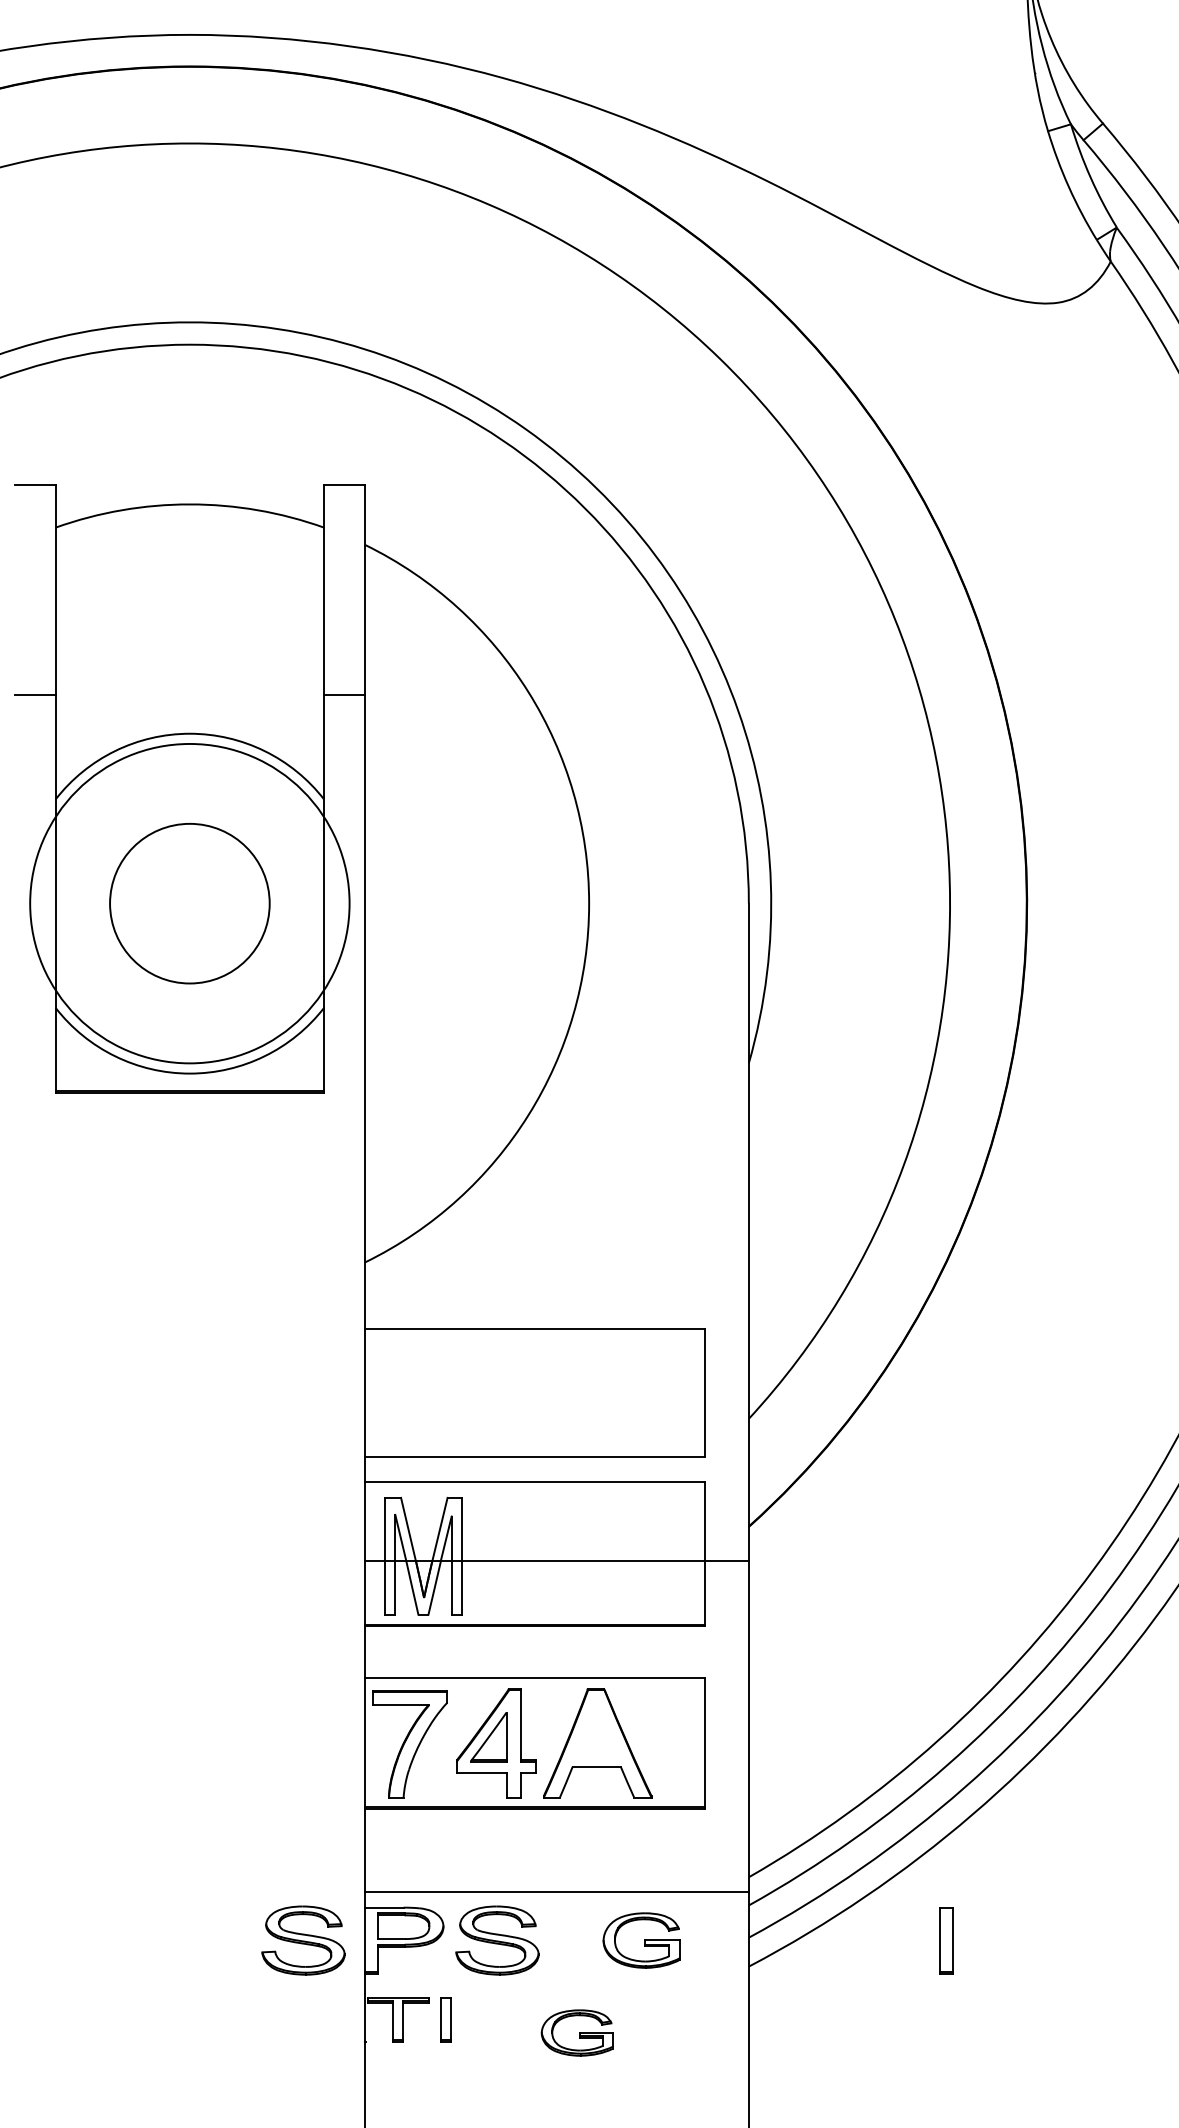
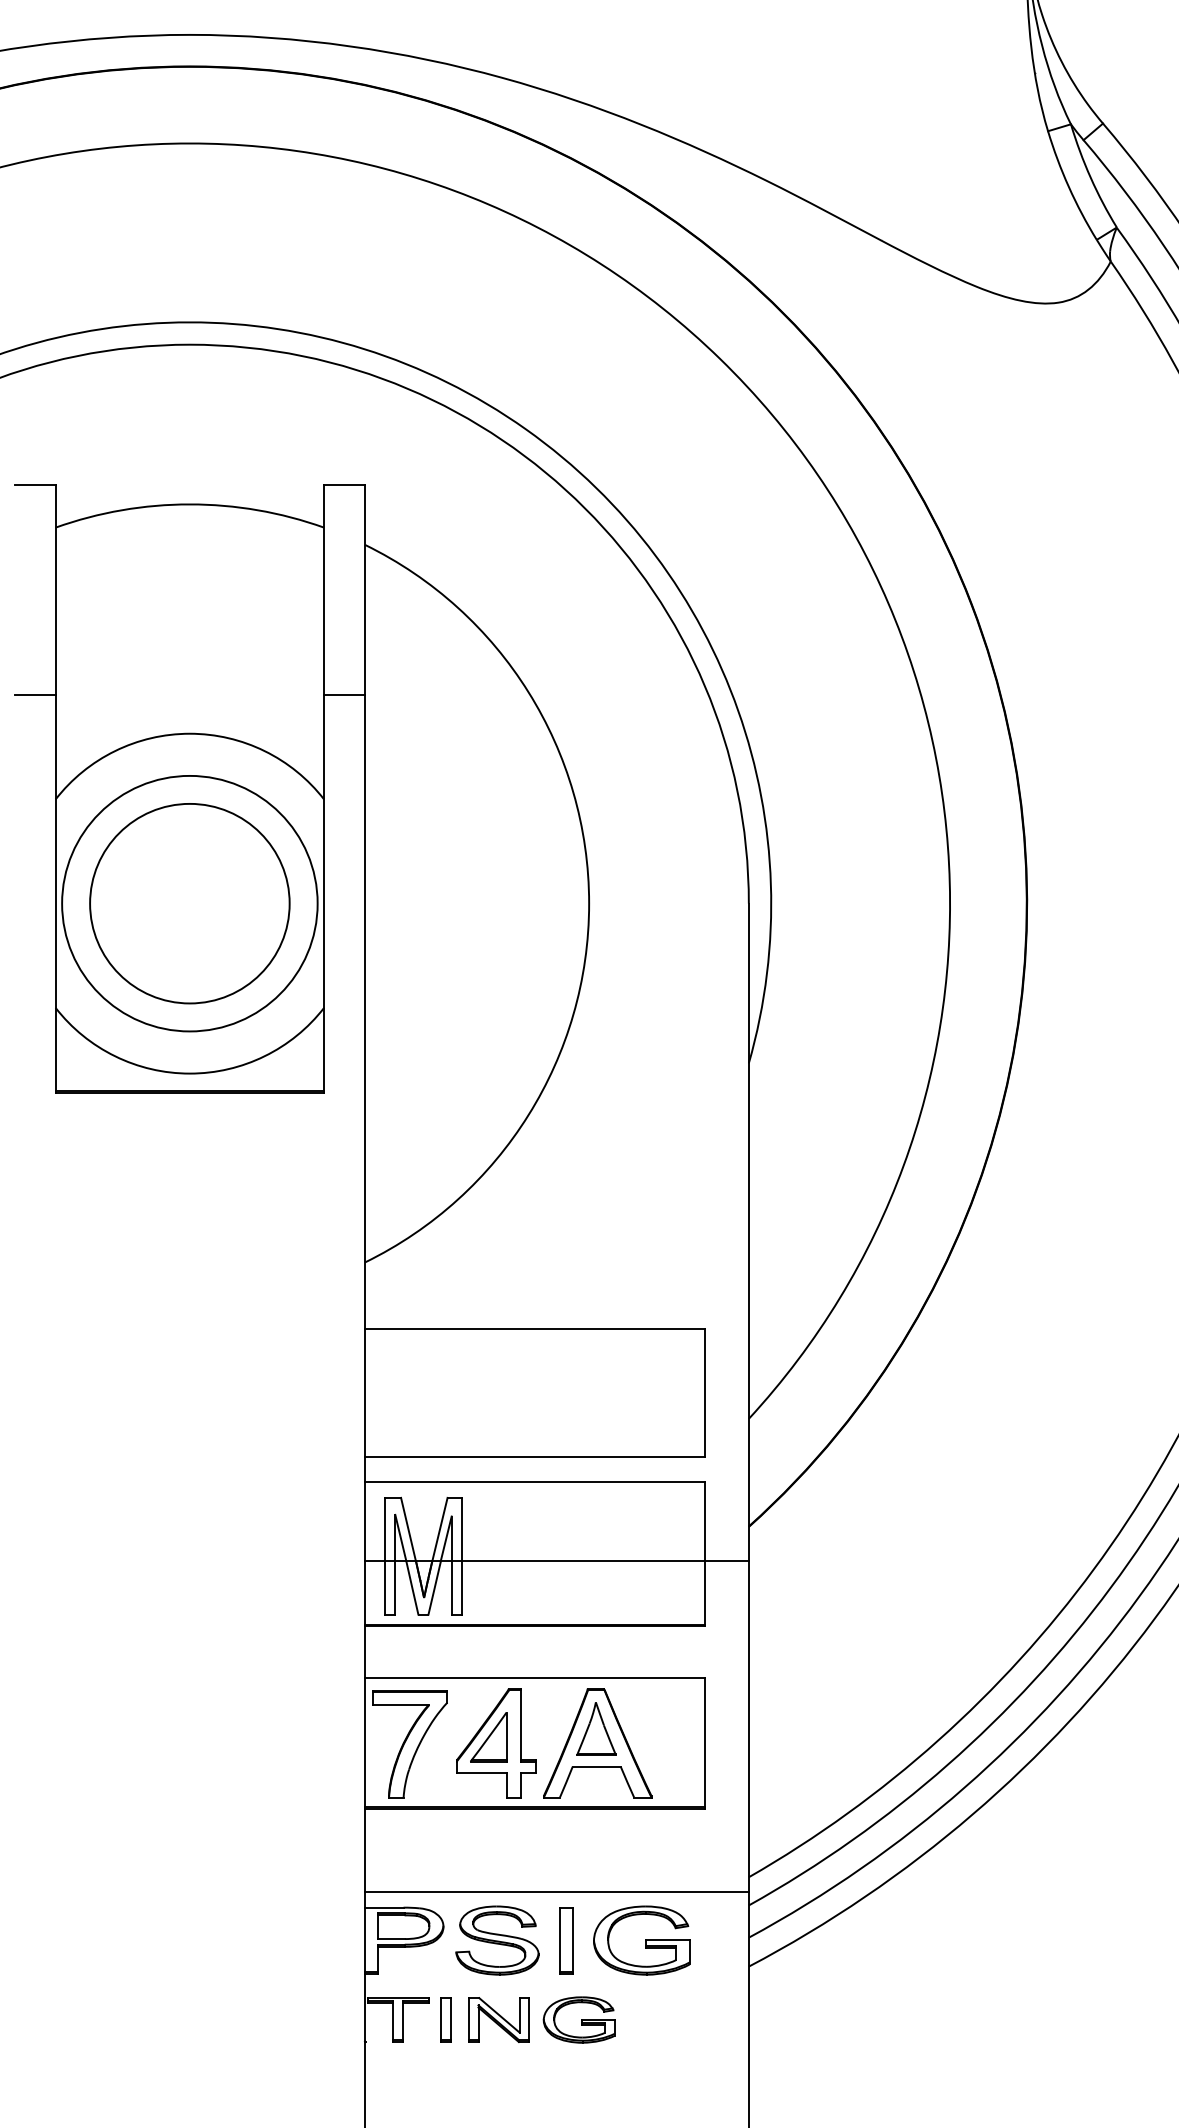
circle at (189, 903) diameter: 160 px -> 200 px
circle at (189, 903) diameter: 319 px -> 256 px
part at (596, 1728): none -> present
part at (303, 1940): present -> none
part at (641, 1940) size: 79x57 px -> 98x71 px
part at (946, 1940) position: (946, 1940) -> (566, 1940)
part at (498, 2019): none -> present
part at (576, 2032) position: (576, 2032) -> (578, 2019)
